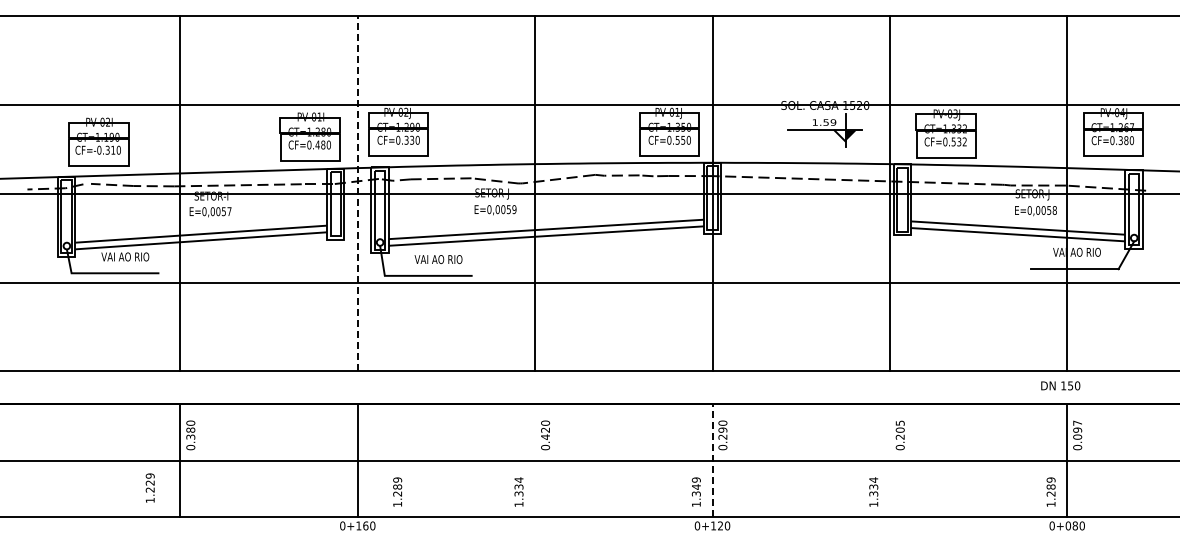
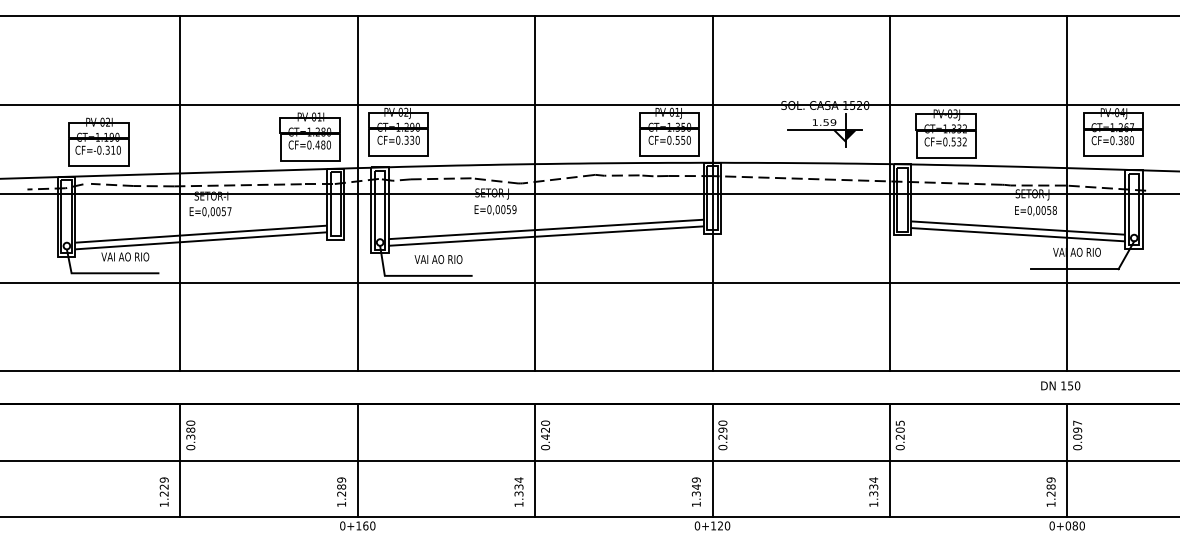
line at (357, 193): dashed -> solid
line at (535, 460): none -> present
line at (712, 460): dashed -> solid
line at (889, 460): none -> present
text at (149, 487) position: (149, 487) -> (163, 491)
text at (397, 491) position: (397, 491) -> (341, 491)
